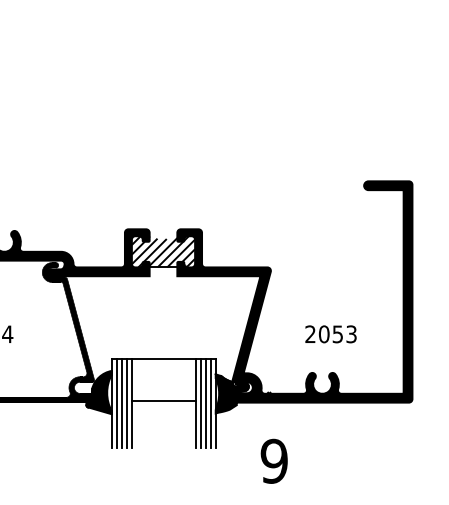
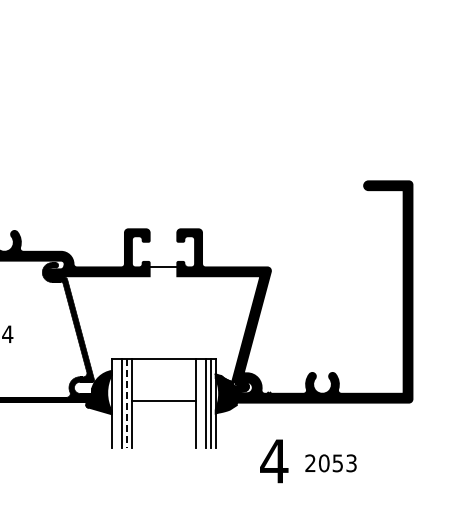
hatch at (163, 251): present -> none
text at (330, 334) position: (330, 334) -> (330, 463)
line at (116, 403): present -> none
line at (200, 403): present -> none
line at (126, 404): solid -> dashed
text at (274, 460): 9 -> 4
